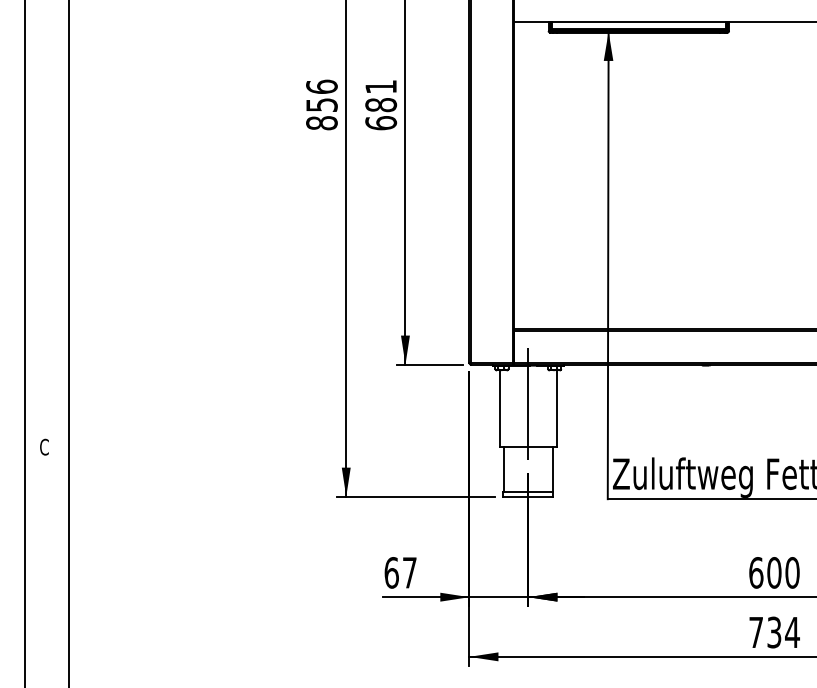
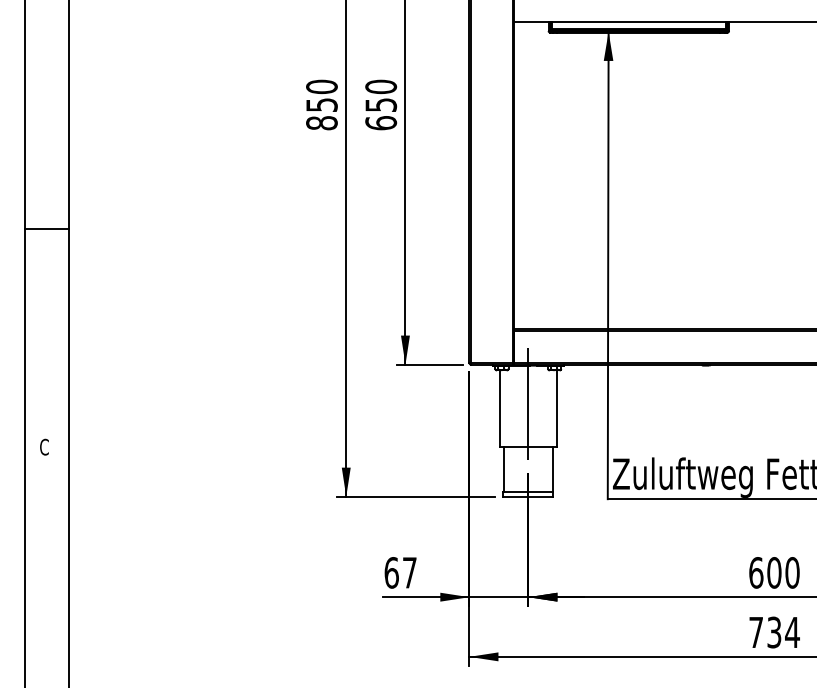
text at (321, 86): 856 -> 850
text at (381, 95): 681 -> 650
line at (46, 229): none -> present
